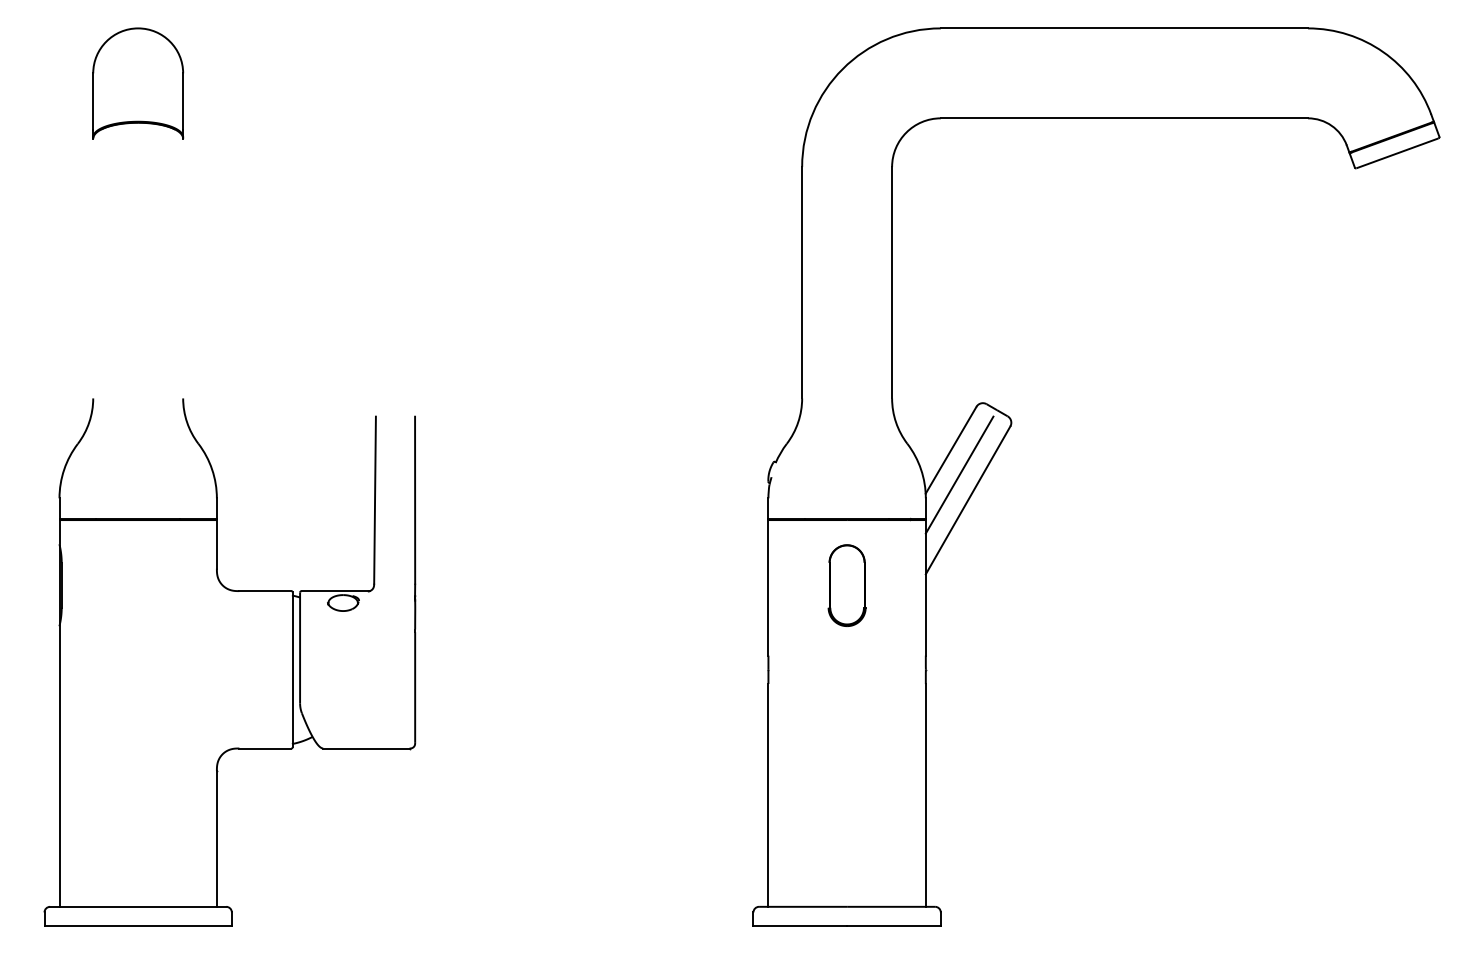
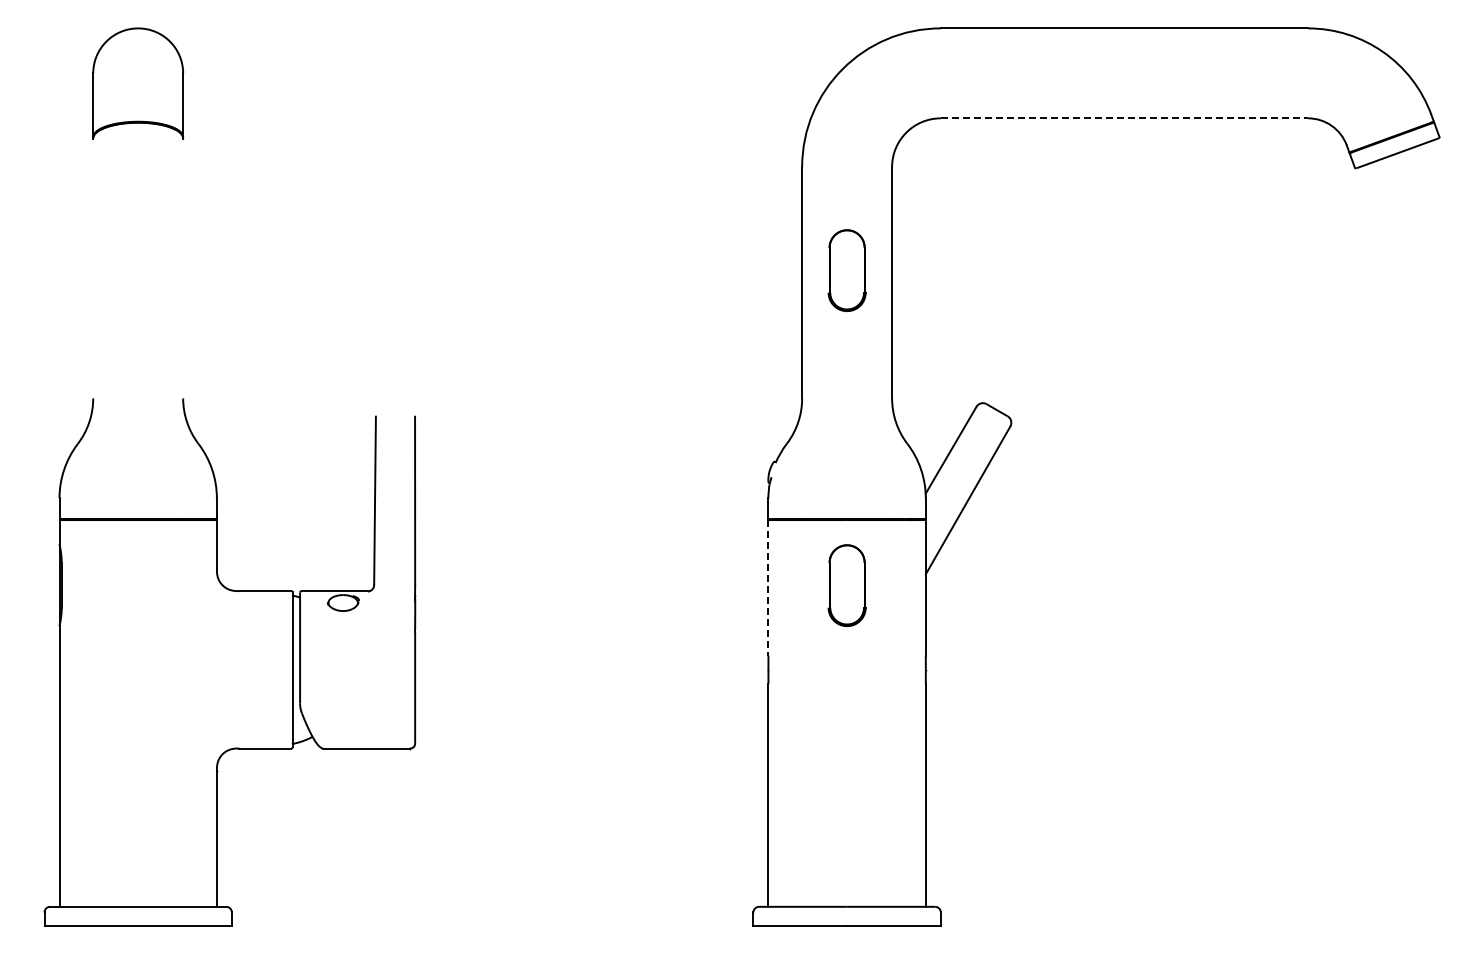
line at (1124, 118): solid -> dashed
part at (846, 270): none -> present
line at (959, 474): present -> none
line at (768, 587): solid -> dashed
